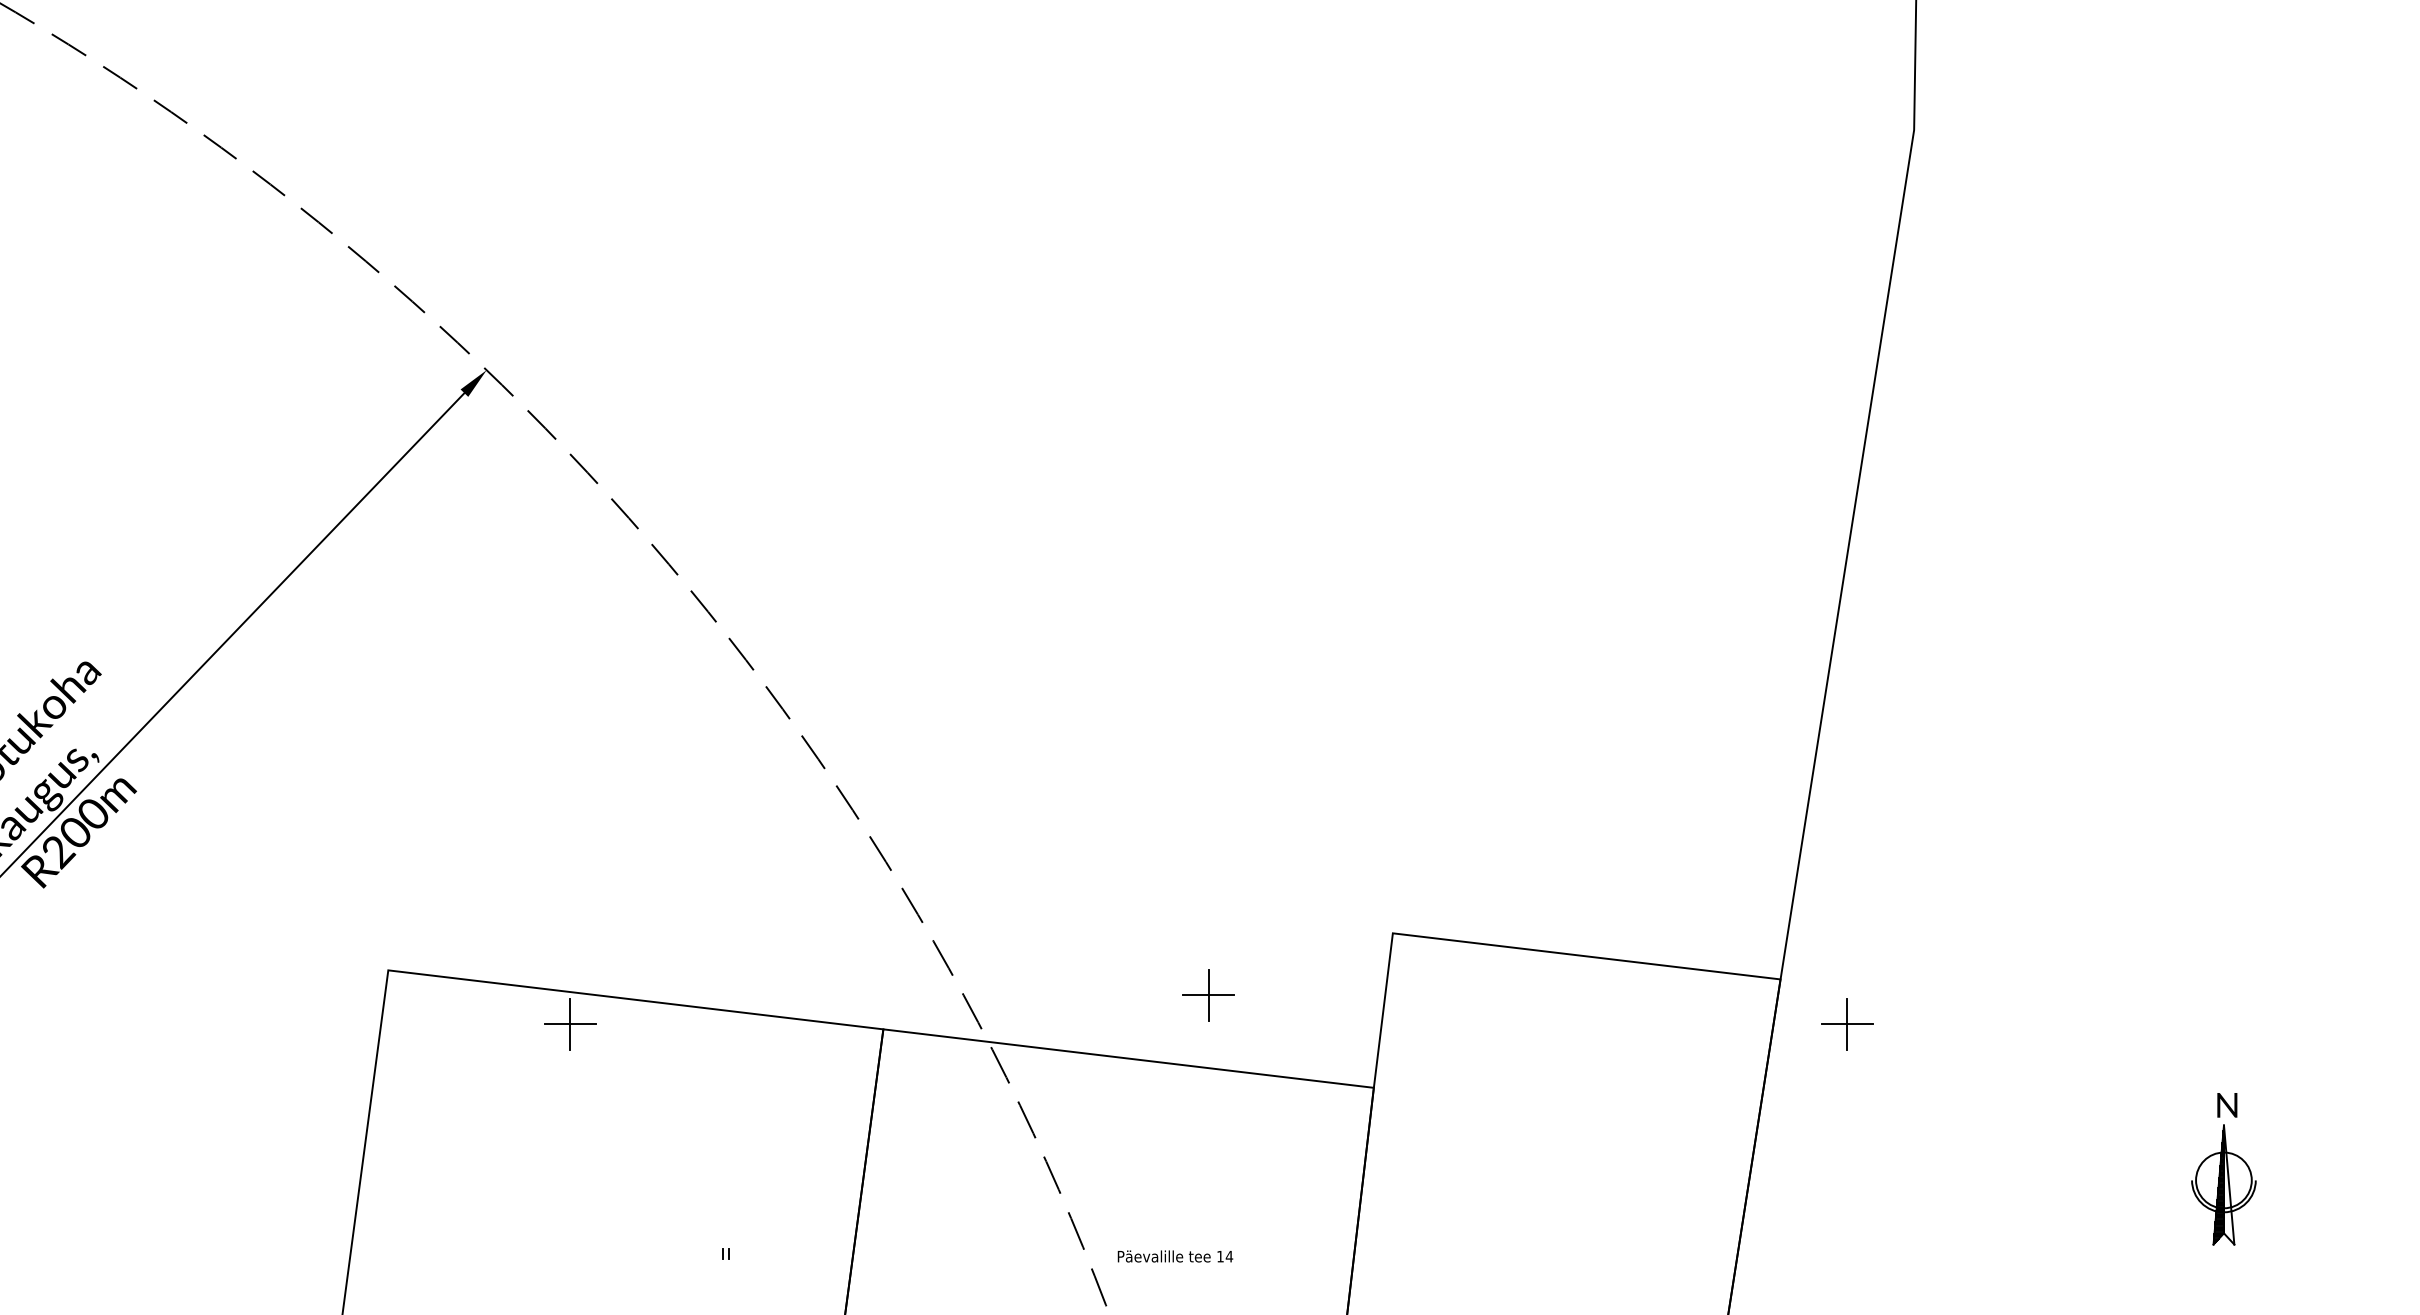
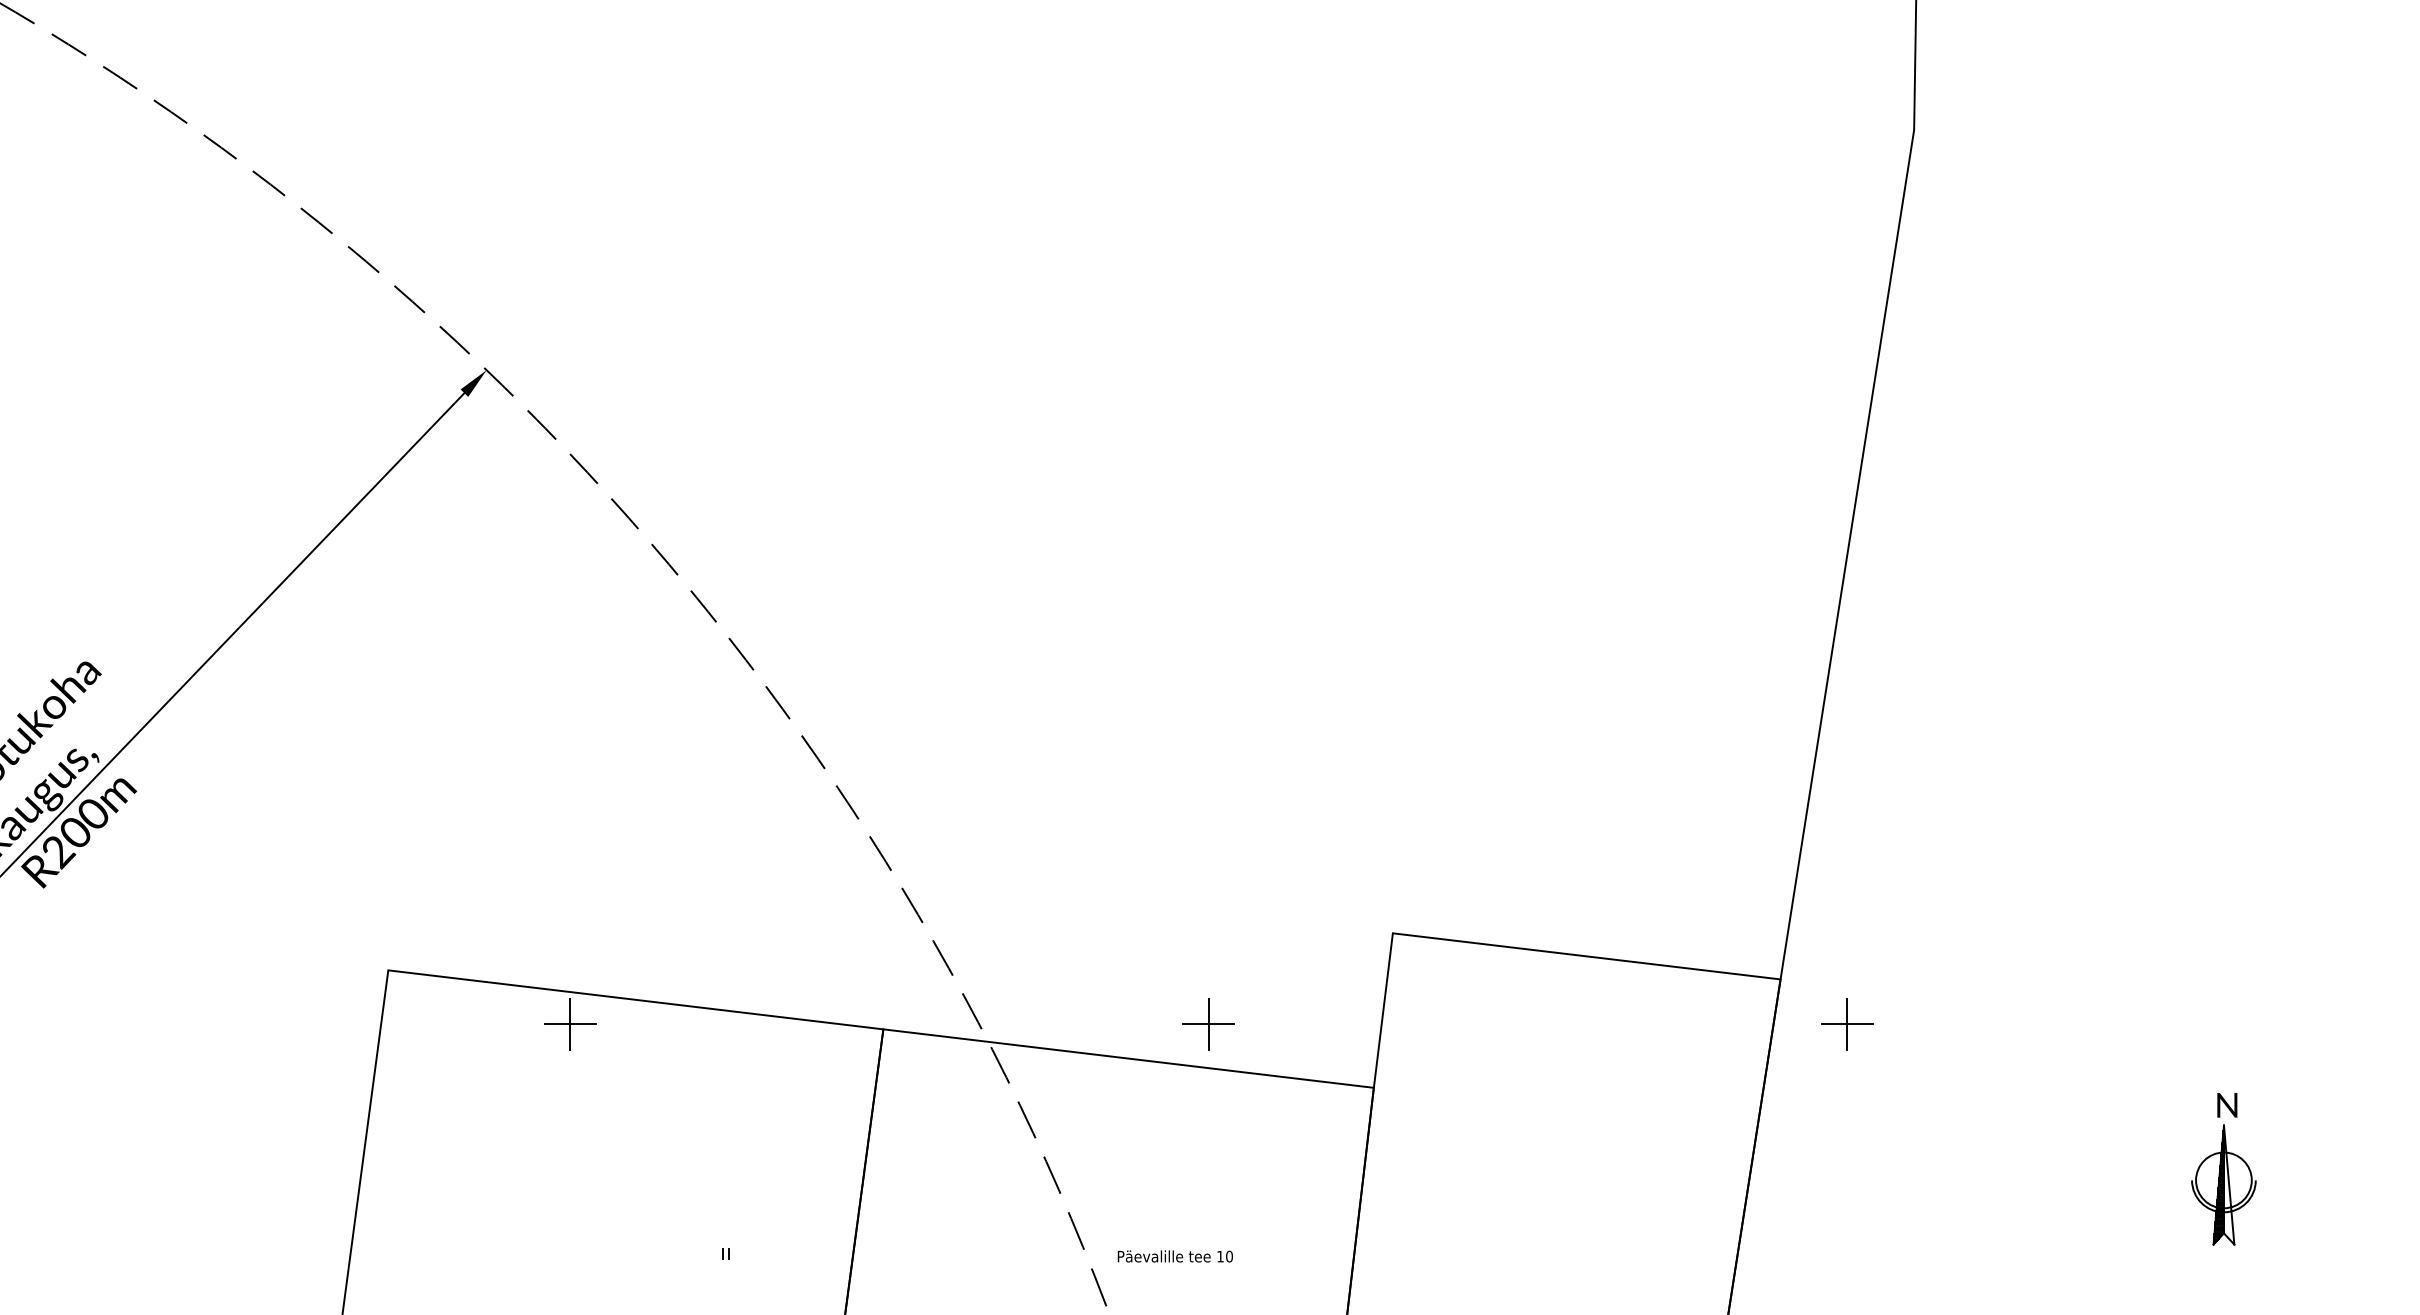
part at (1208, 995) position: (1208, 995) -> (1208, 1024)
text at (1229, 1256): 14 -> 10
